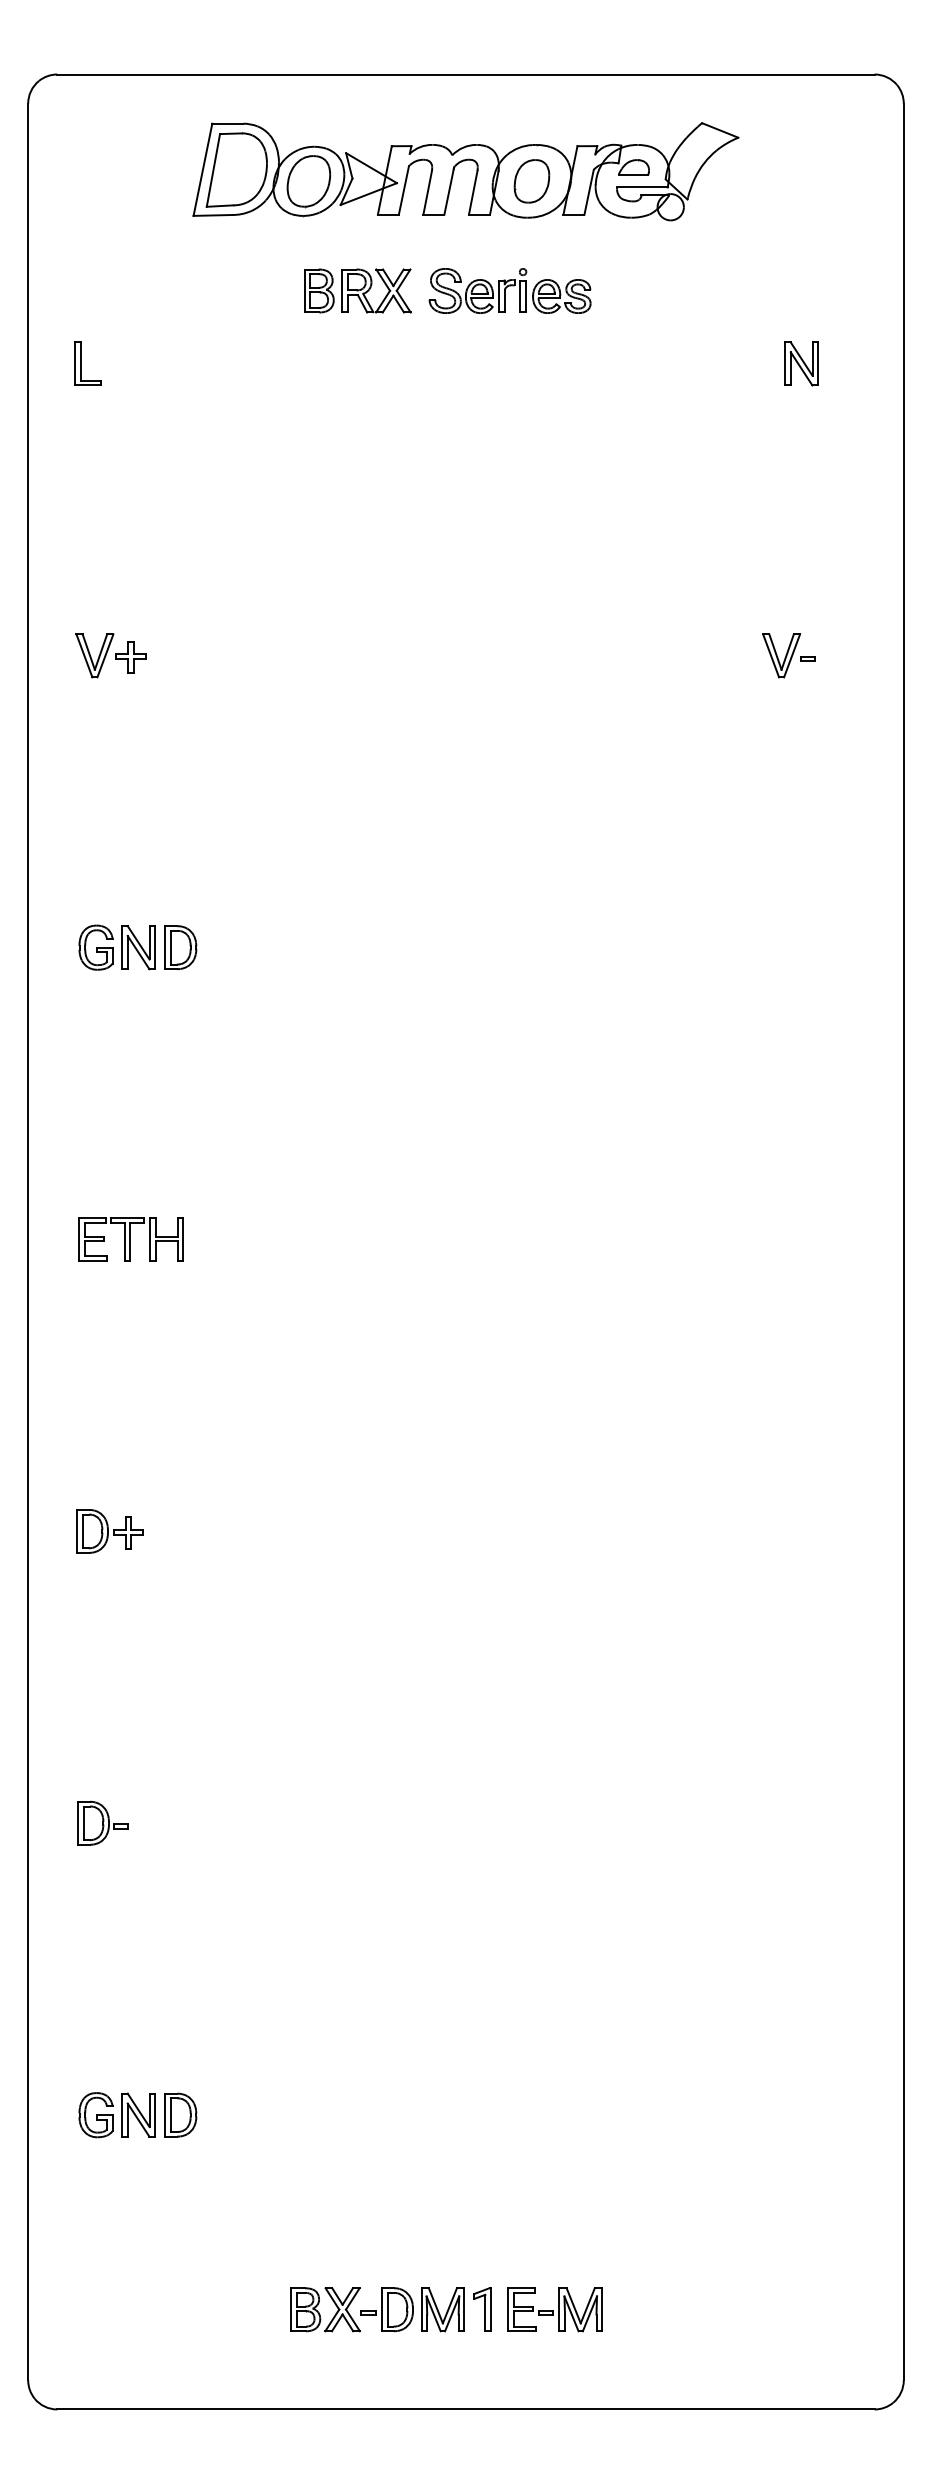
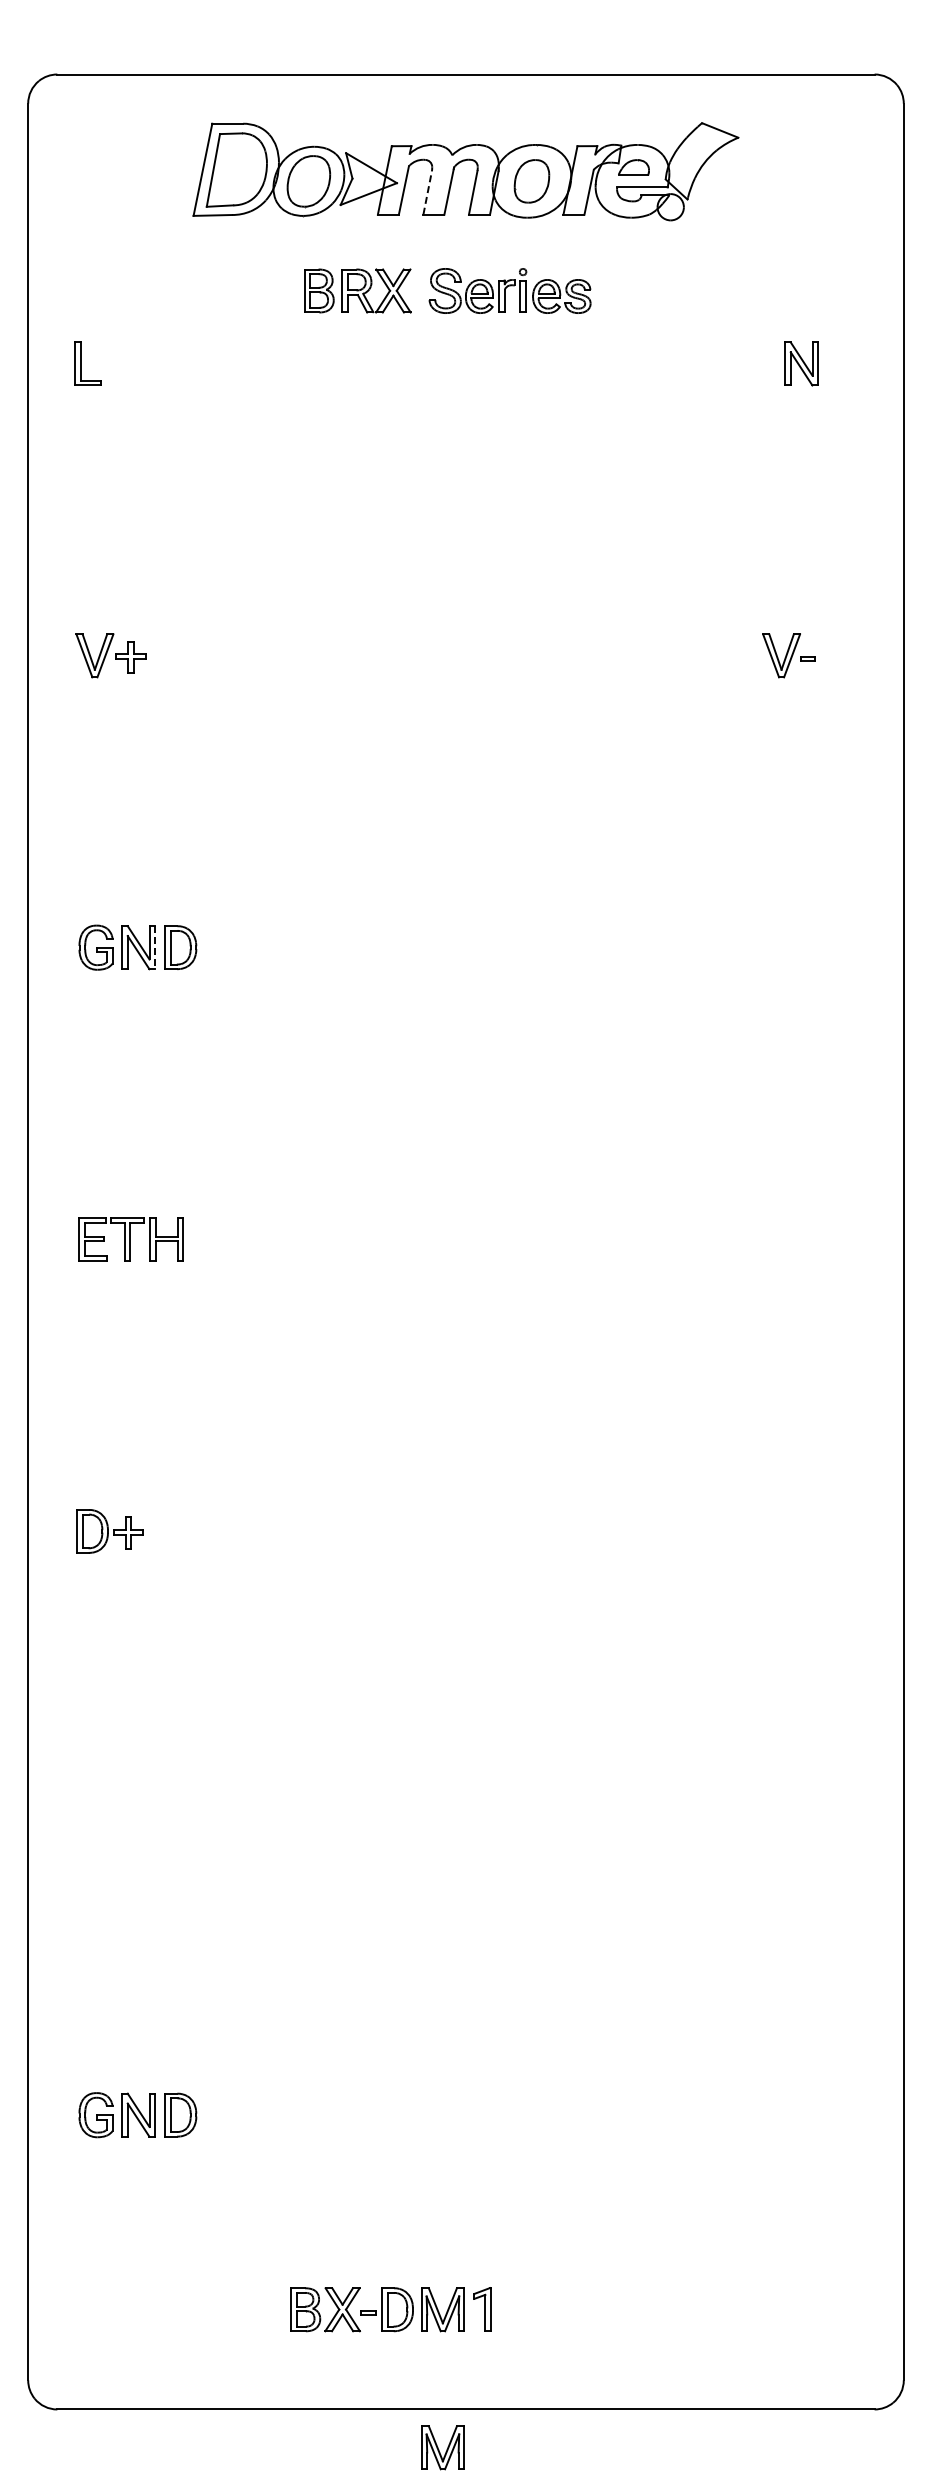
line at (427, 192): solid -> dashed
line at (155, 947): solid -> dashed
part at (102, 1822): present -> none
part at (554, 2309): present -> none
part at (442, 2447): none -> present
